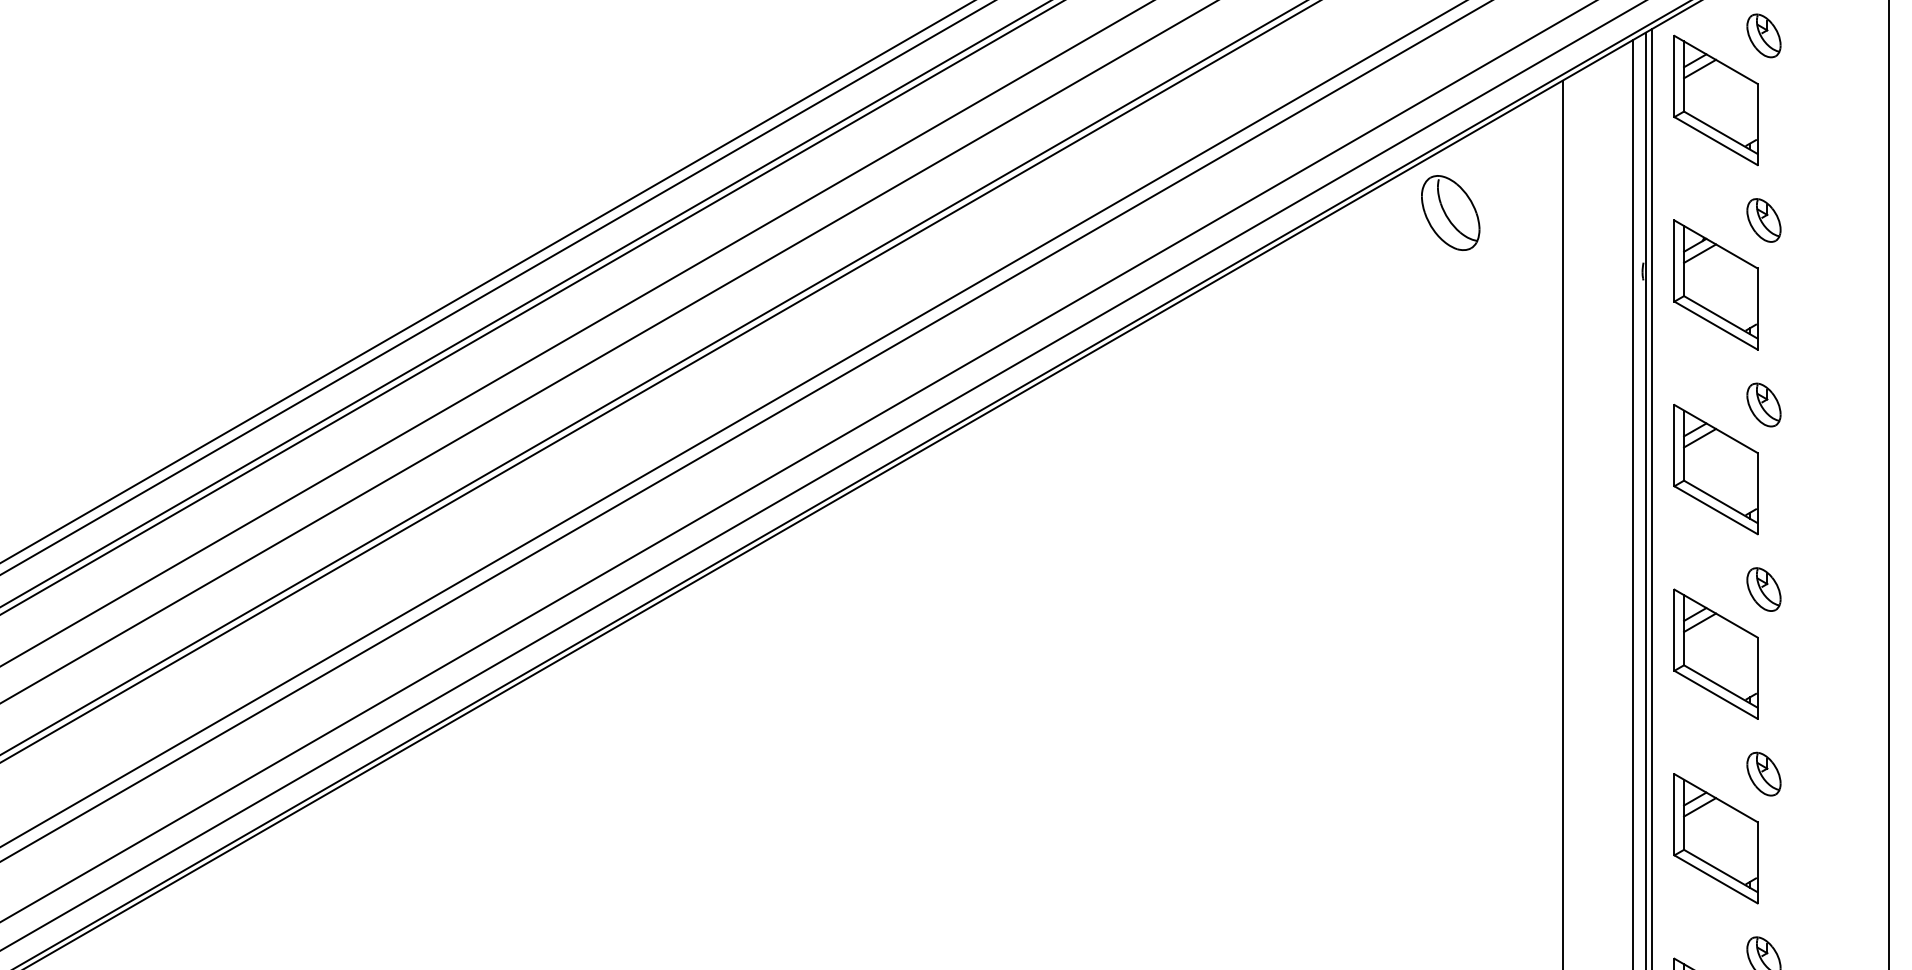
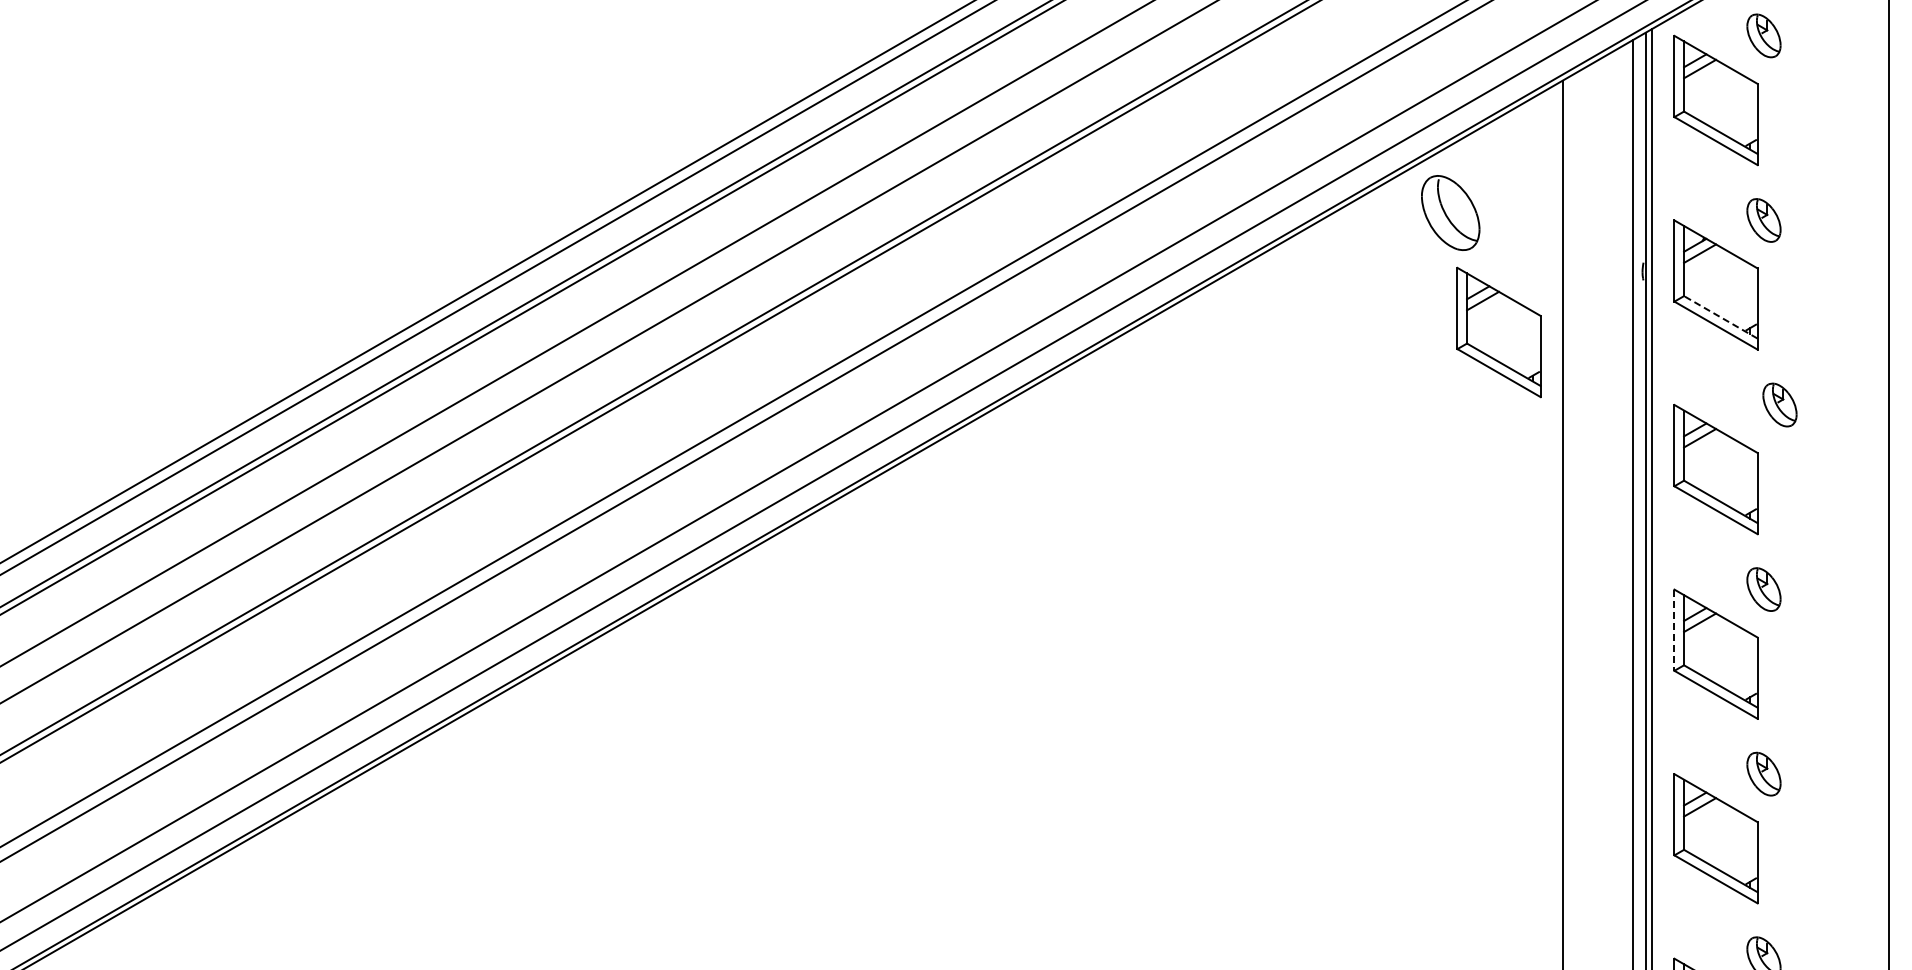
line at (1720, 317): solid -> dashed
part at (1498, 332): none -> present
part at (1763, 404) position: (1763, 404) -> (1779, 404)
line at (1674, 630): solid -> dashed
